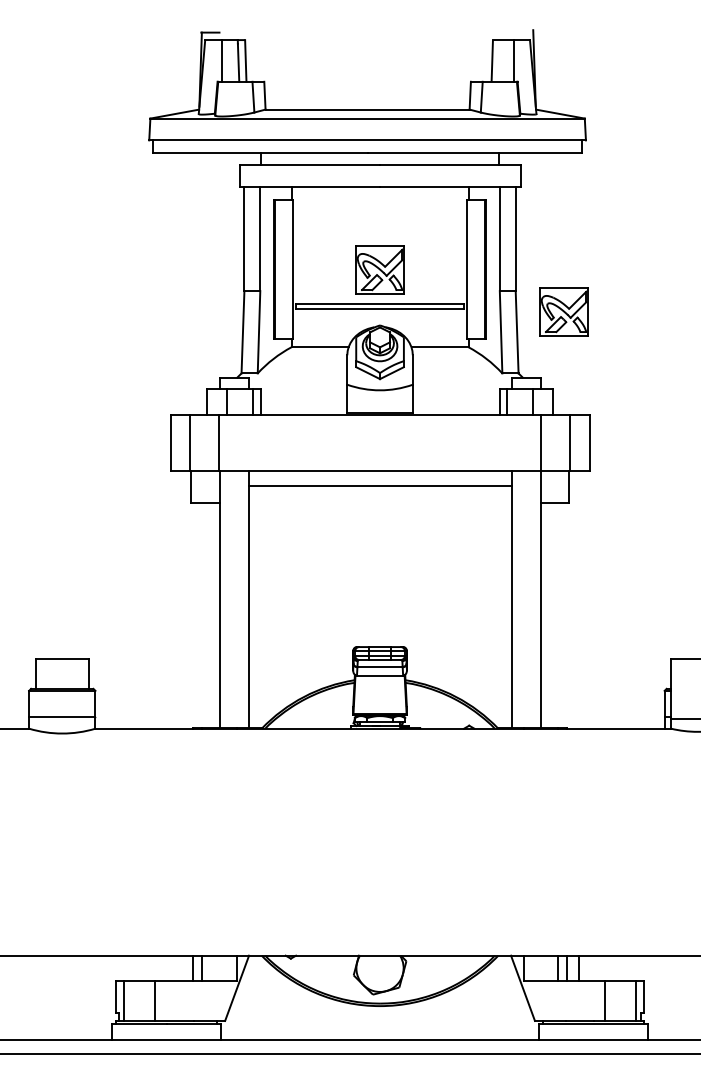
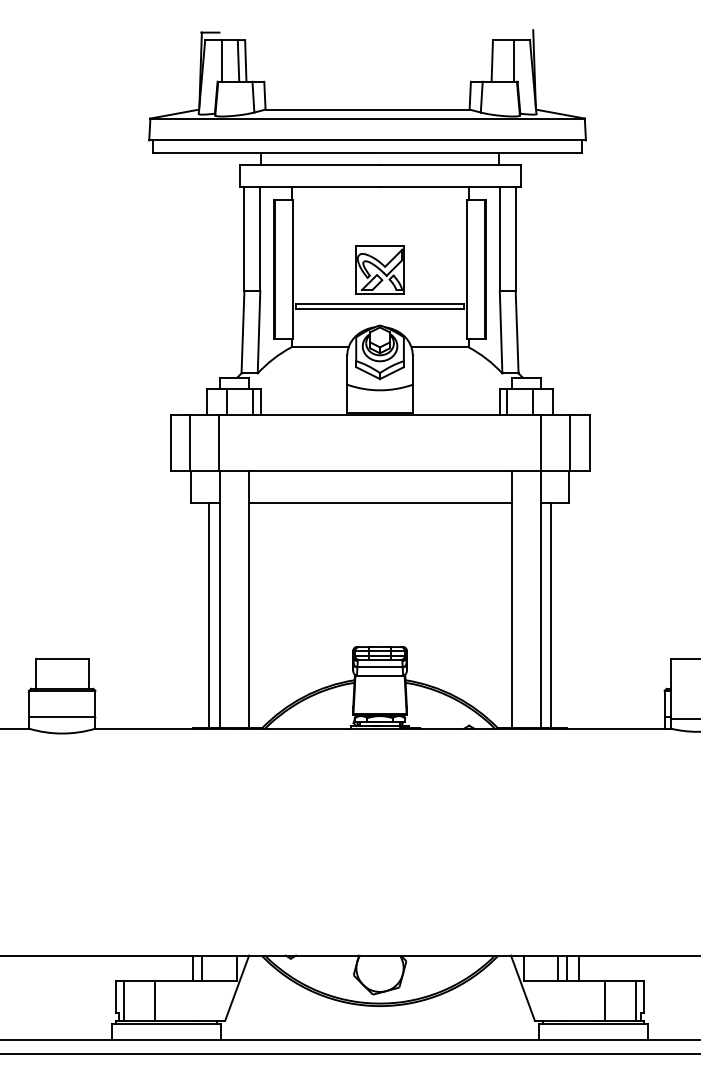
part at (563, 311): present -> none
line at (379, 485) position: (379, 485) -> (379, 502)
line at (209, 615): none -> present
line at (550, 615): none -> present
